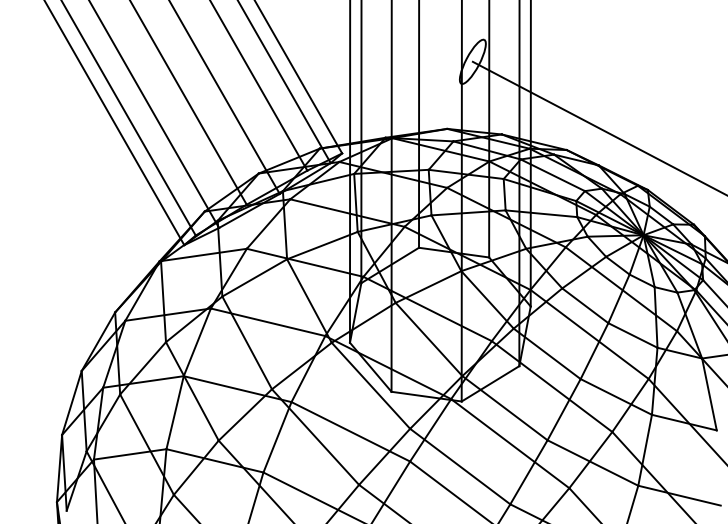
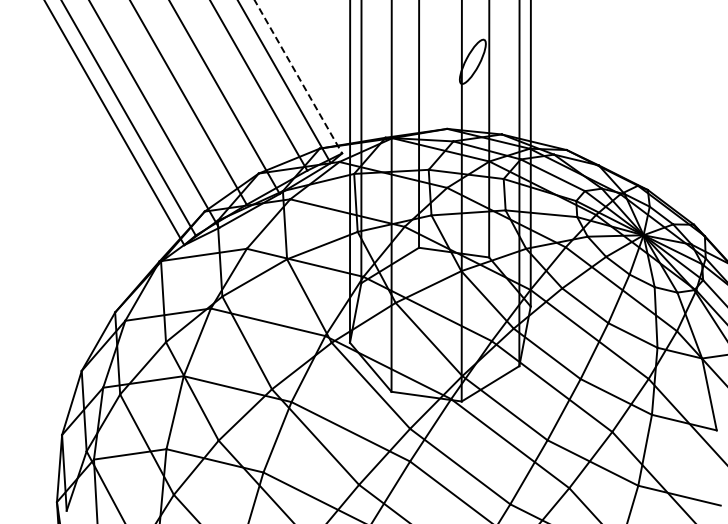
line at (298, 77): solid -> dashed
line at (598, 127): present -> none
